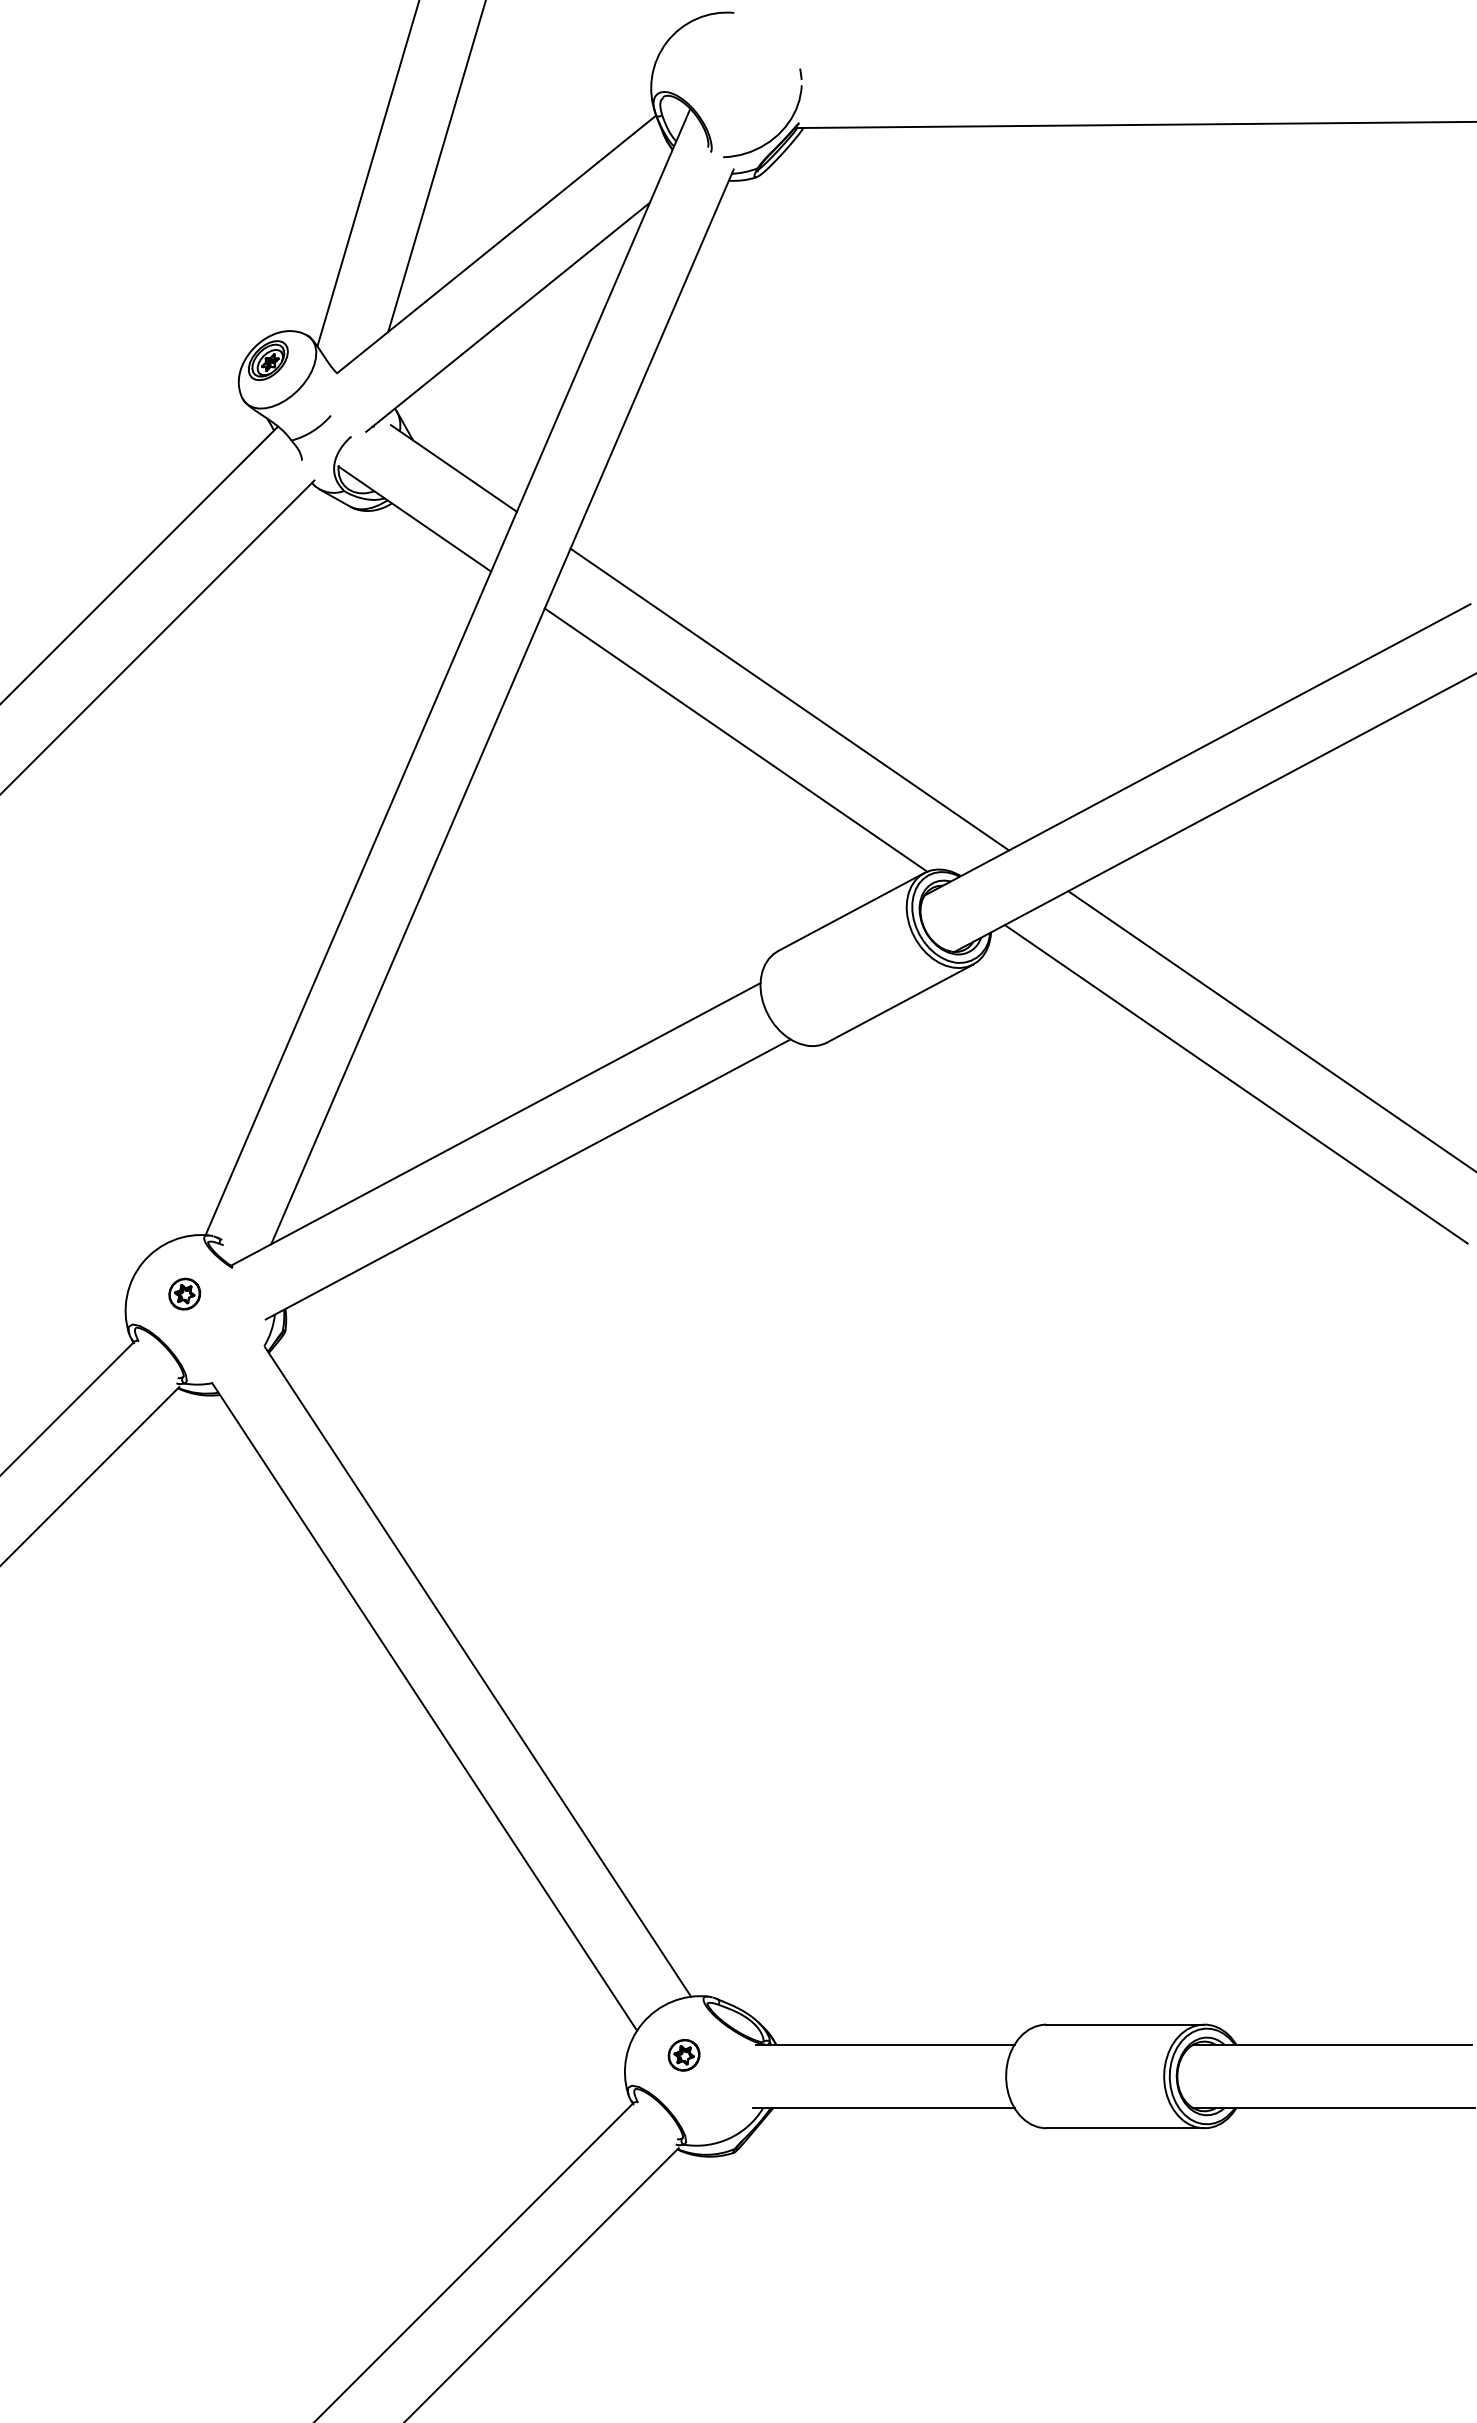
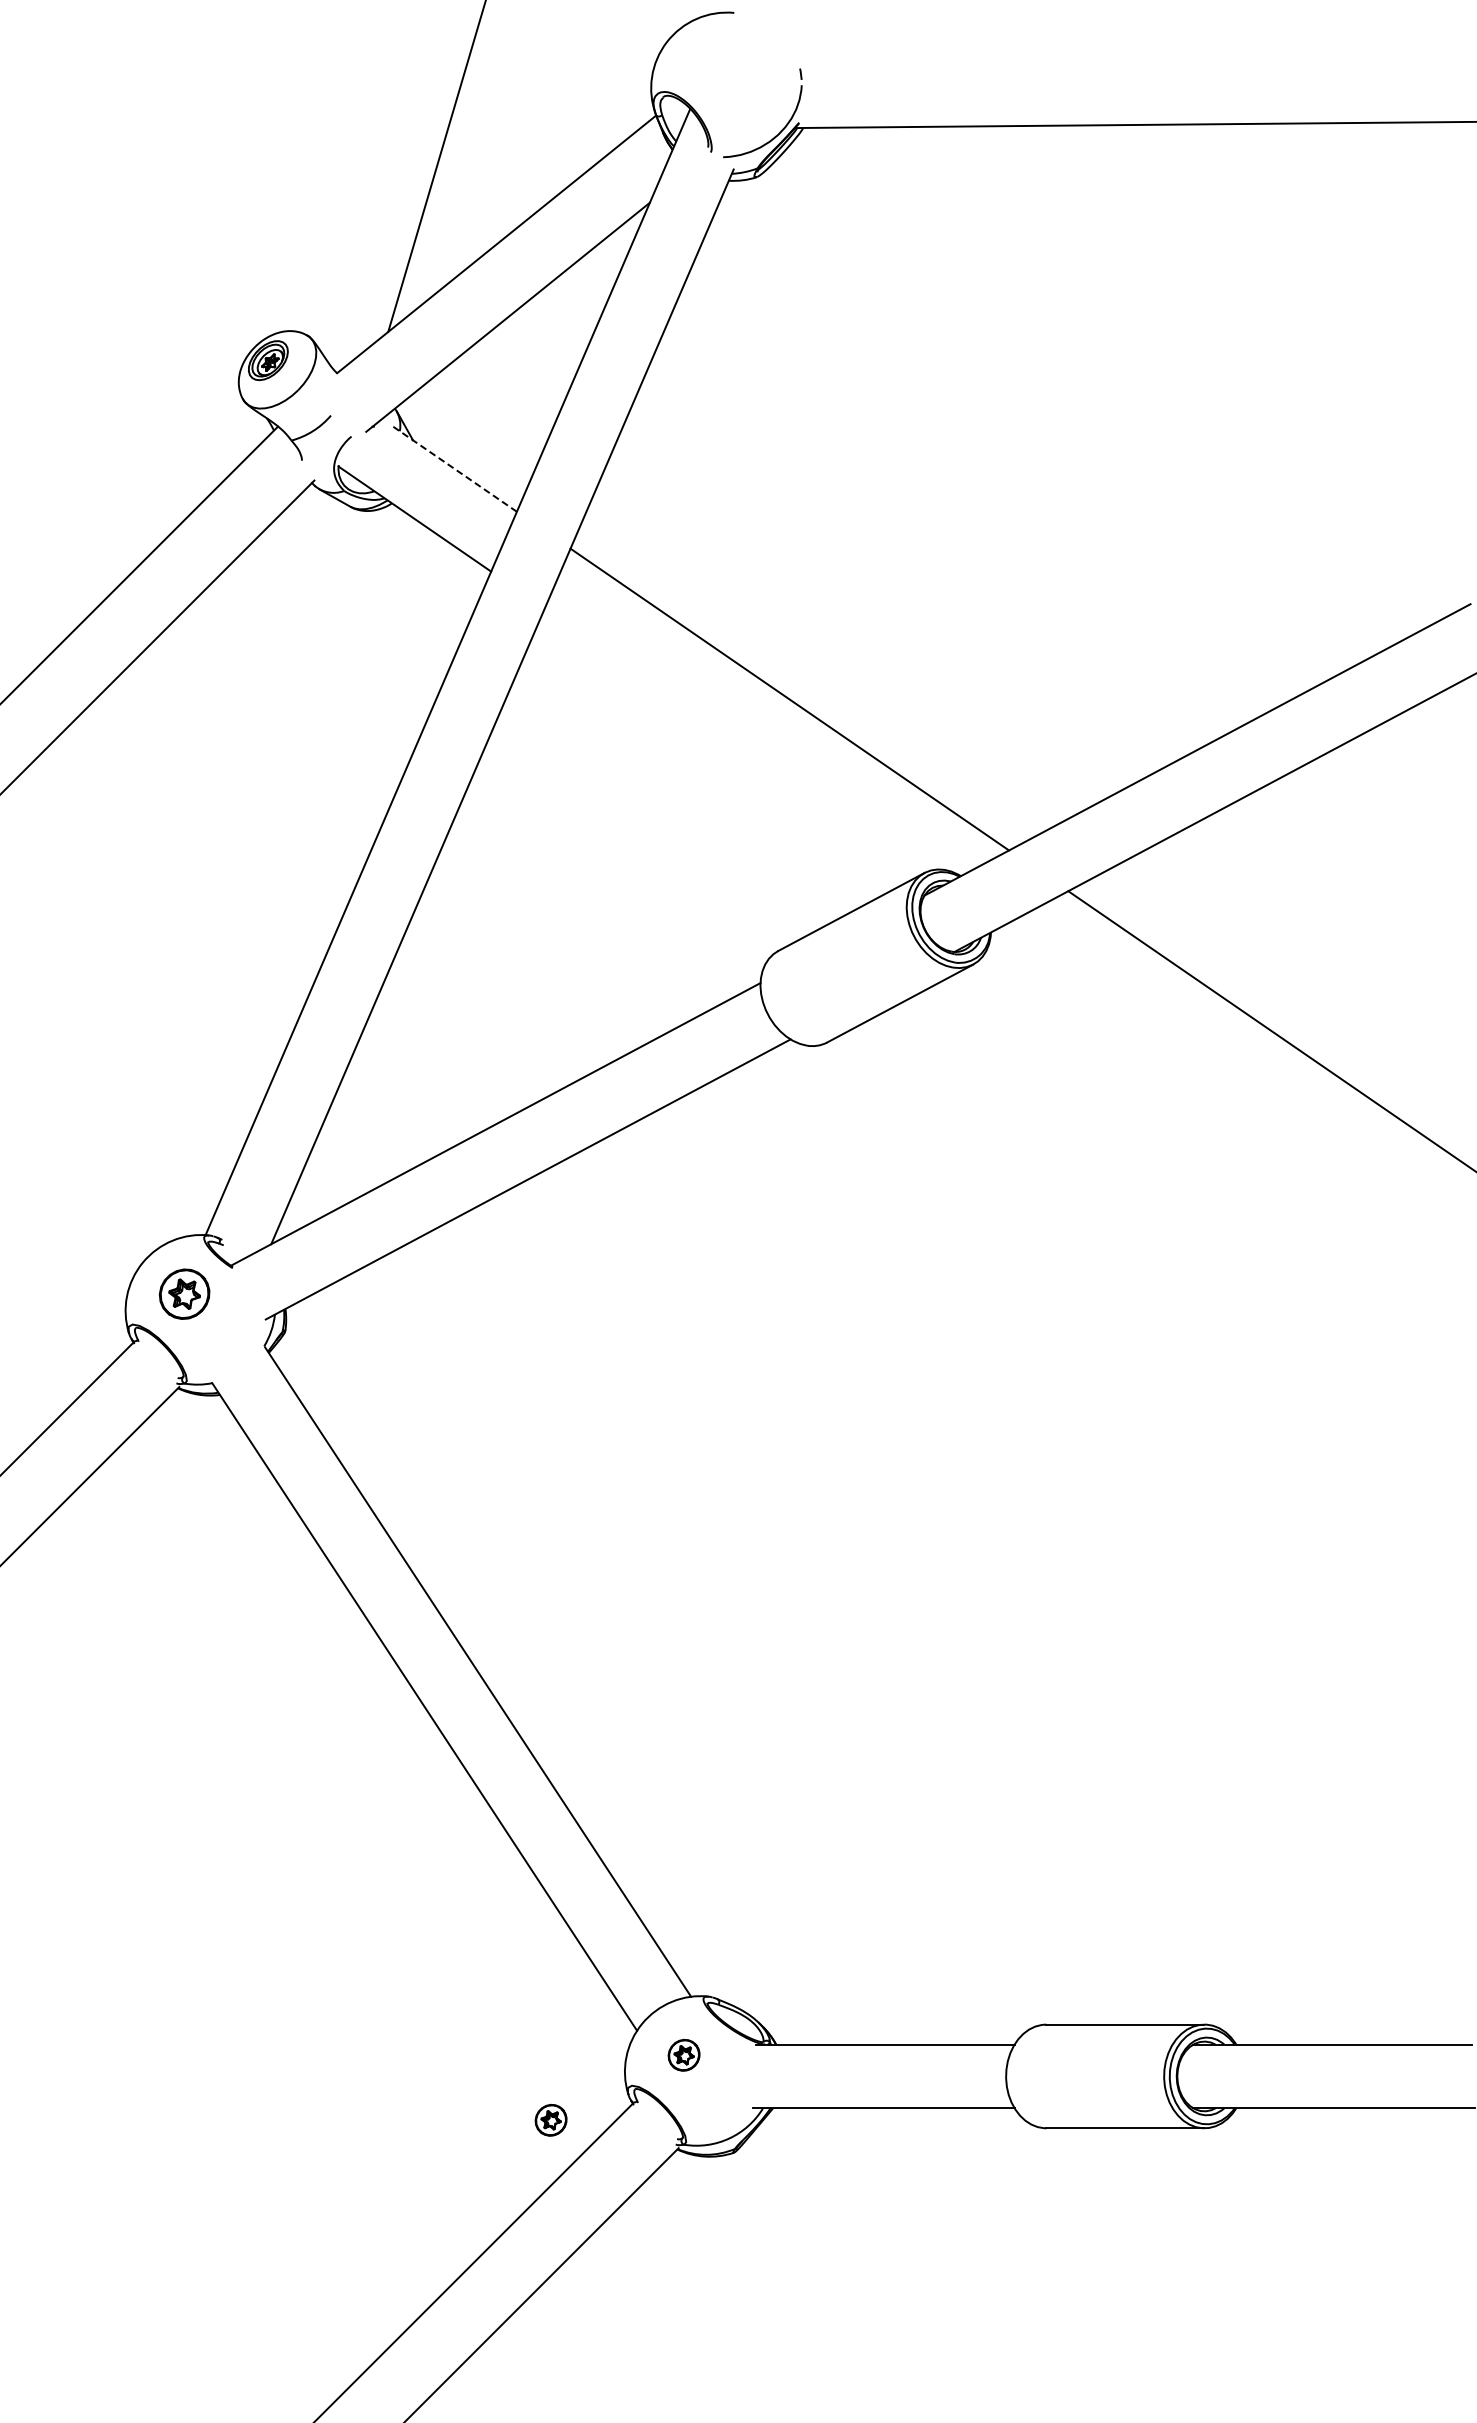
line at (367, 174): present -> none
line at (453, 468): solid -> dashed
line at (735, 739): present -> none
line at (1235, 1084): present -> none
part at (184, 1293) size: 34x34 px -> 53x52 px
part at (550, 2119): none -> present
